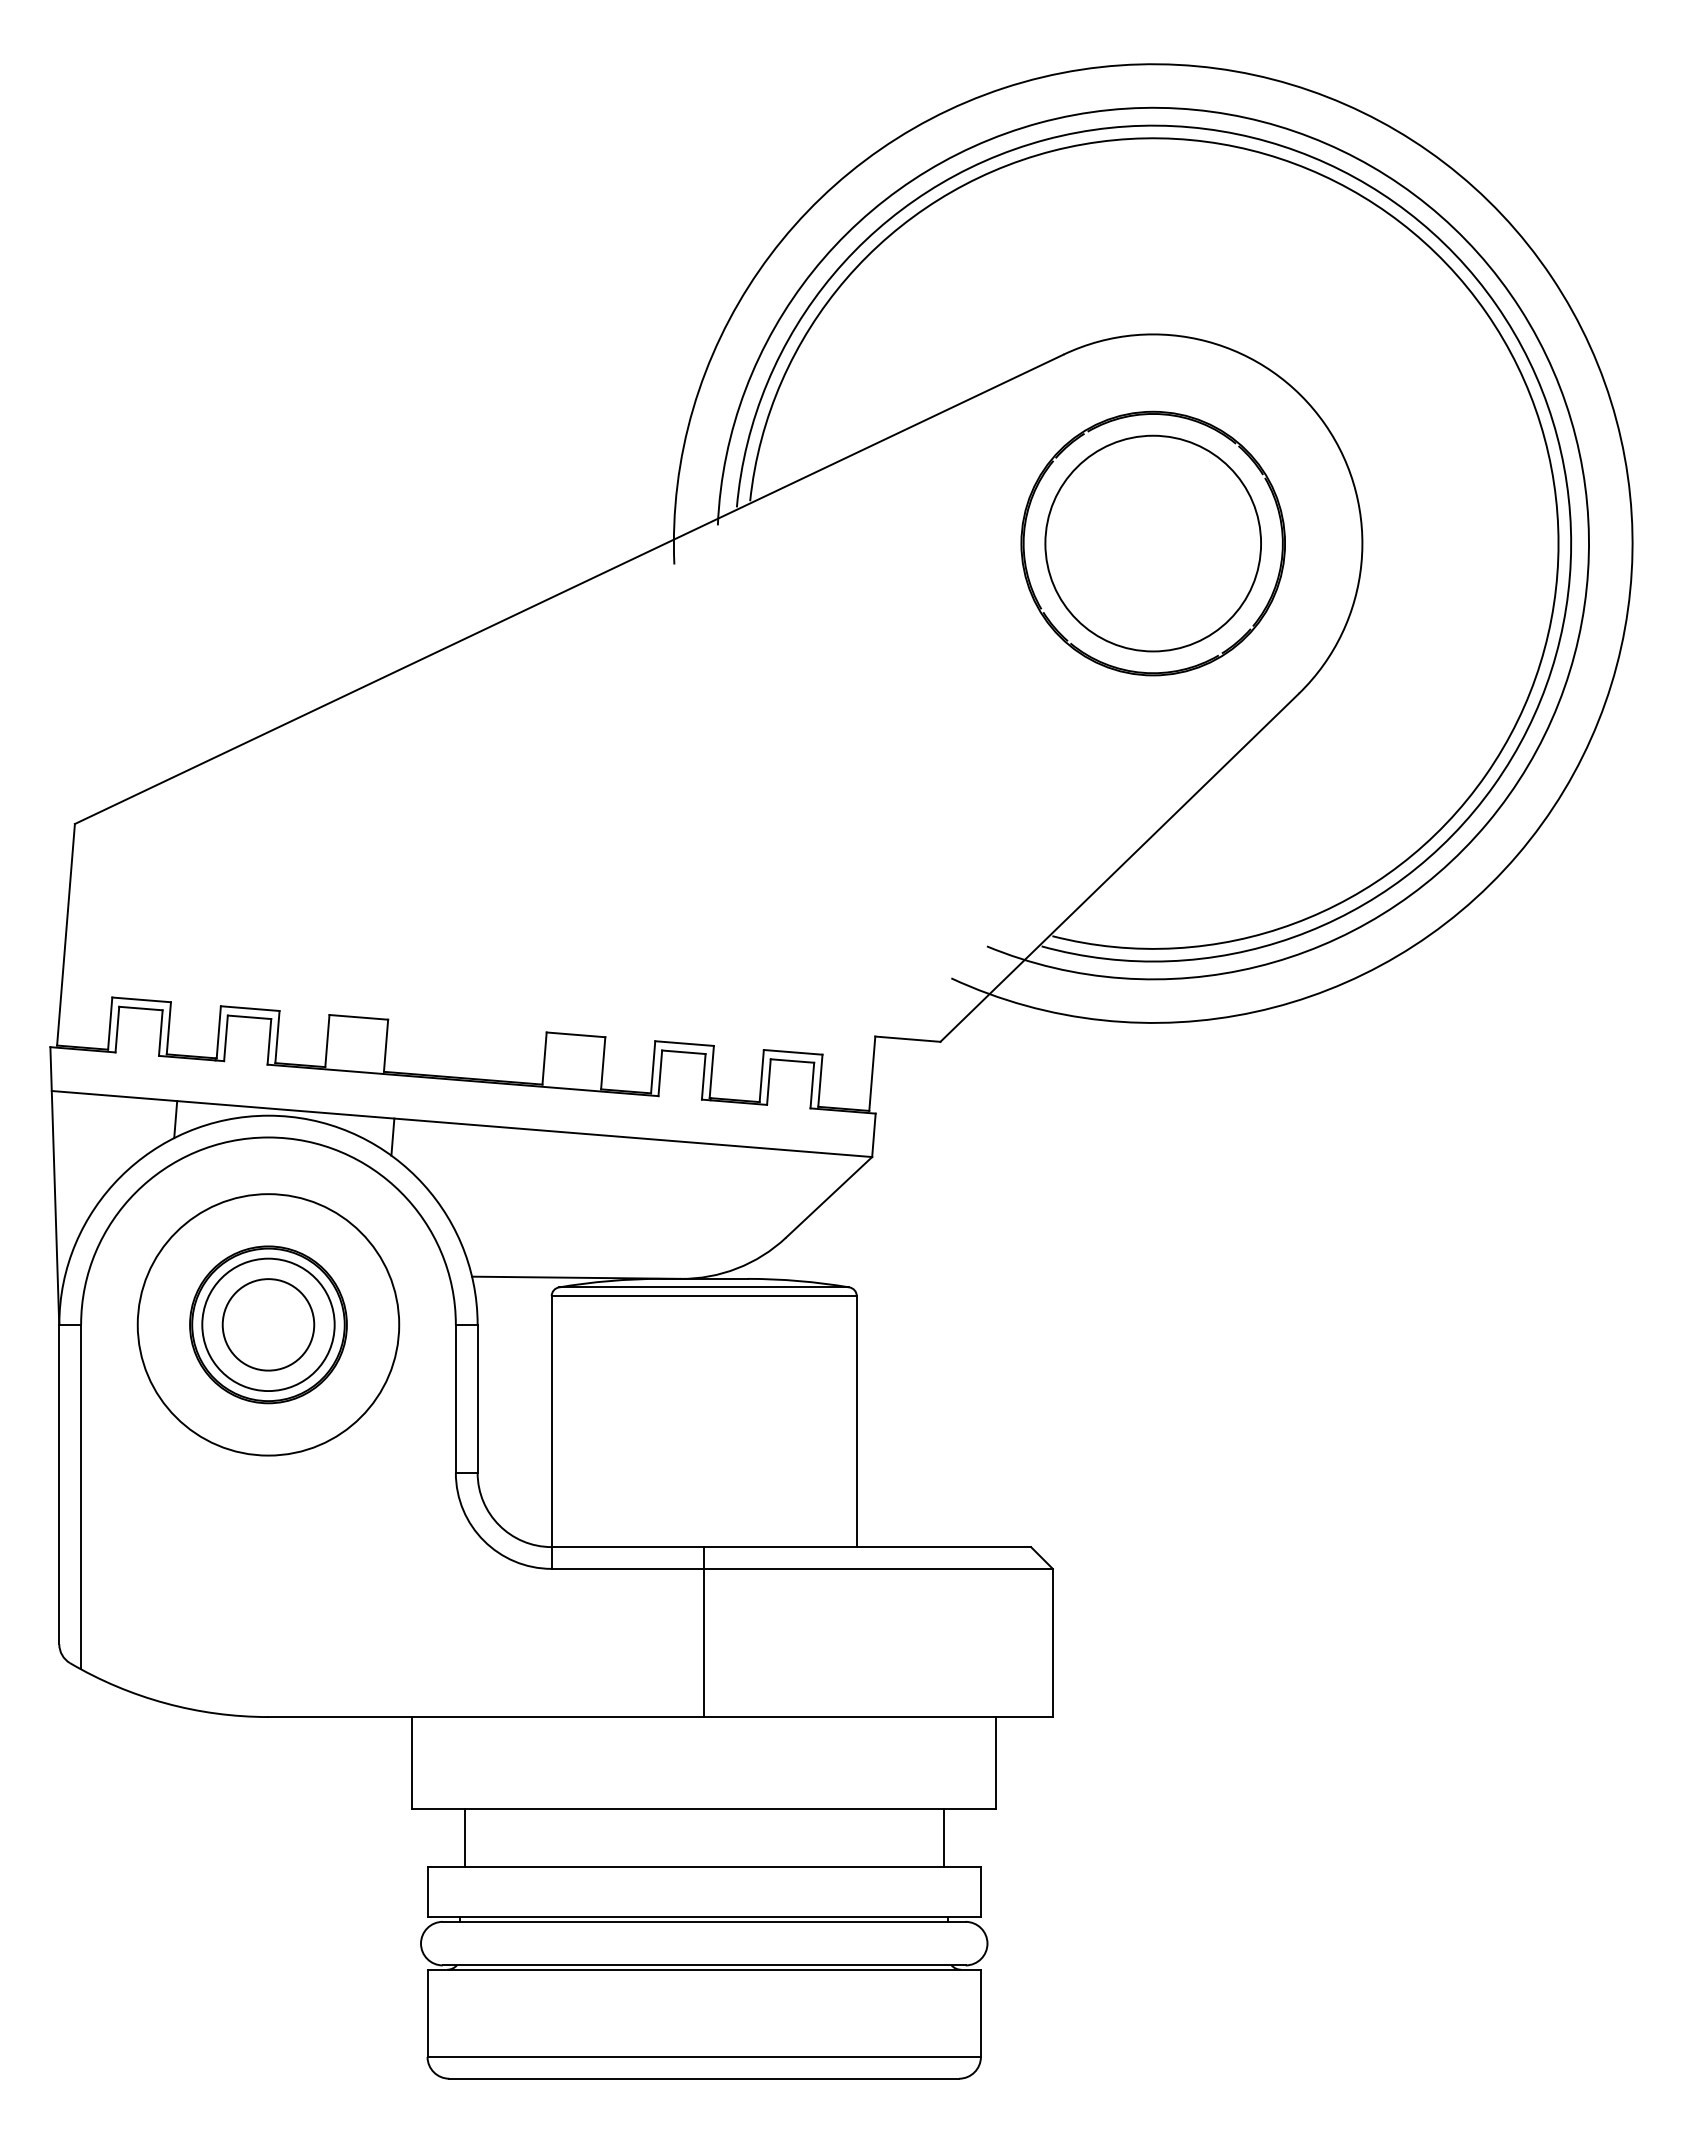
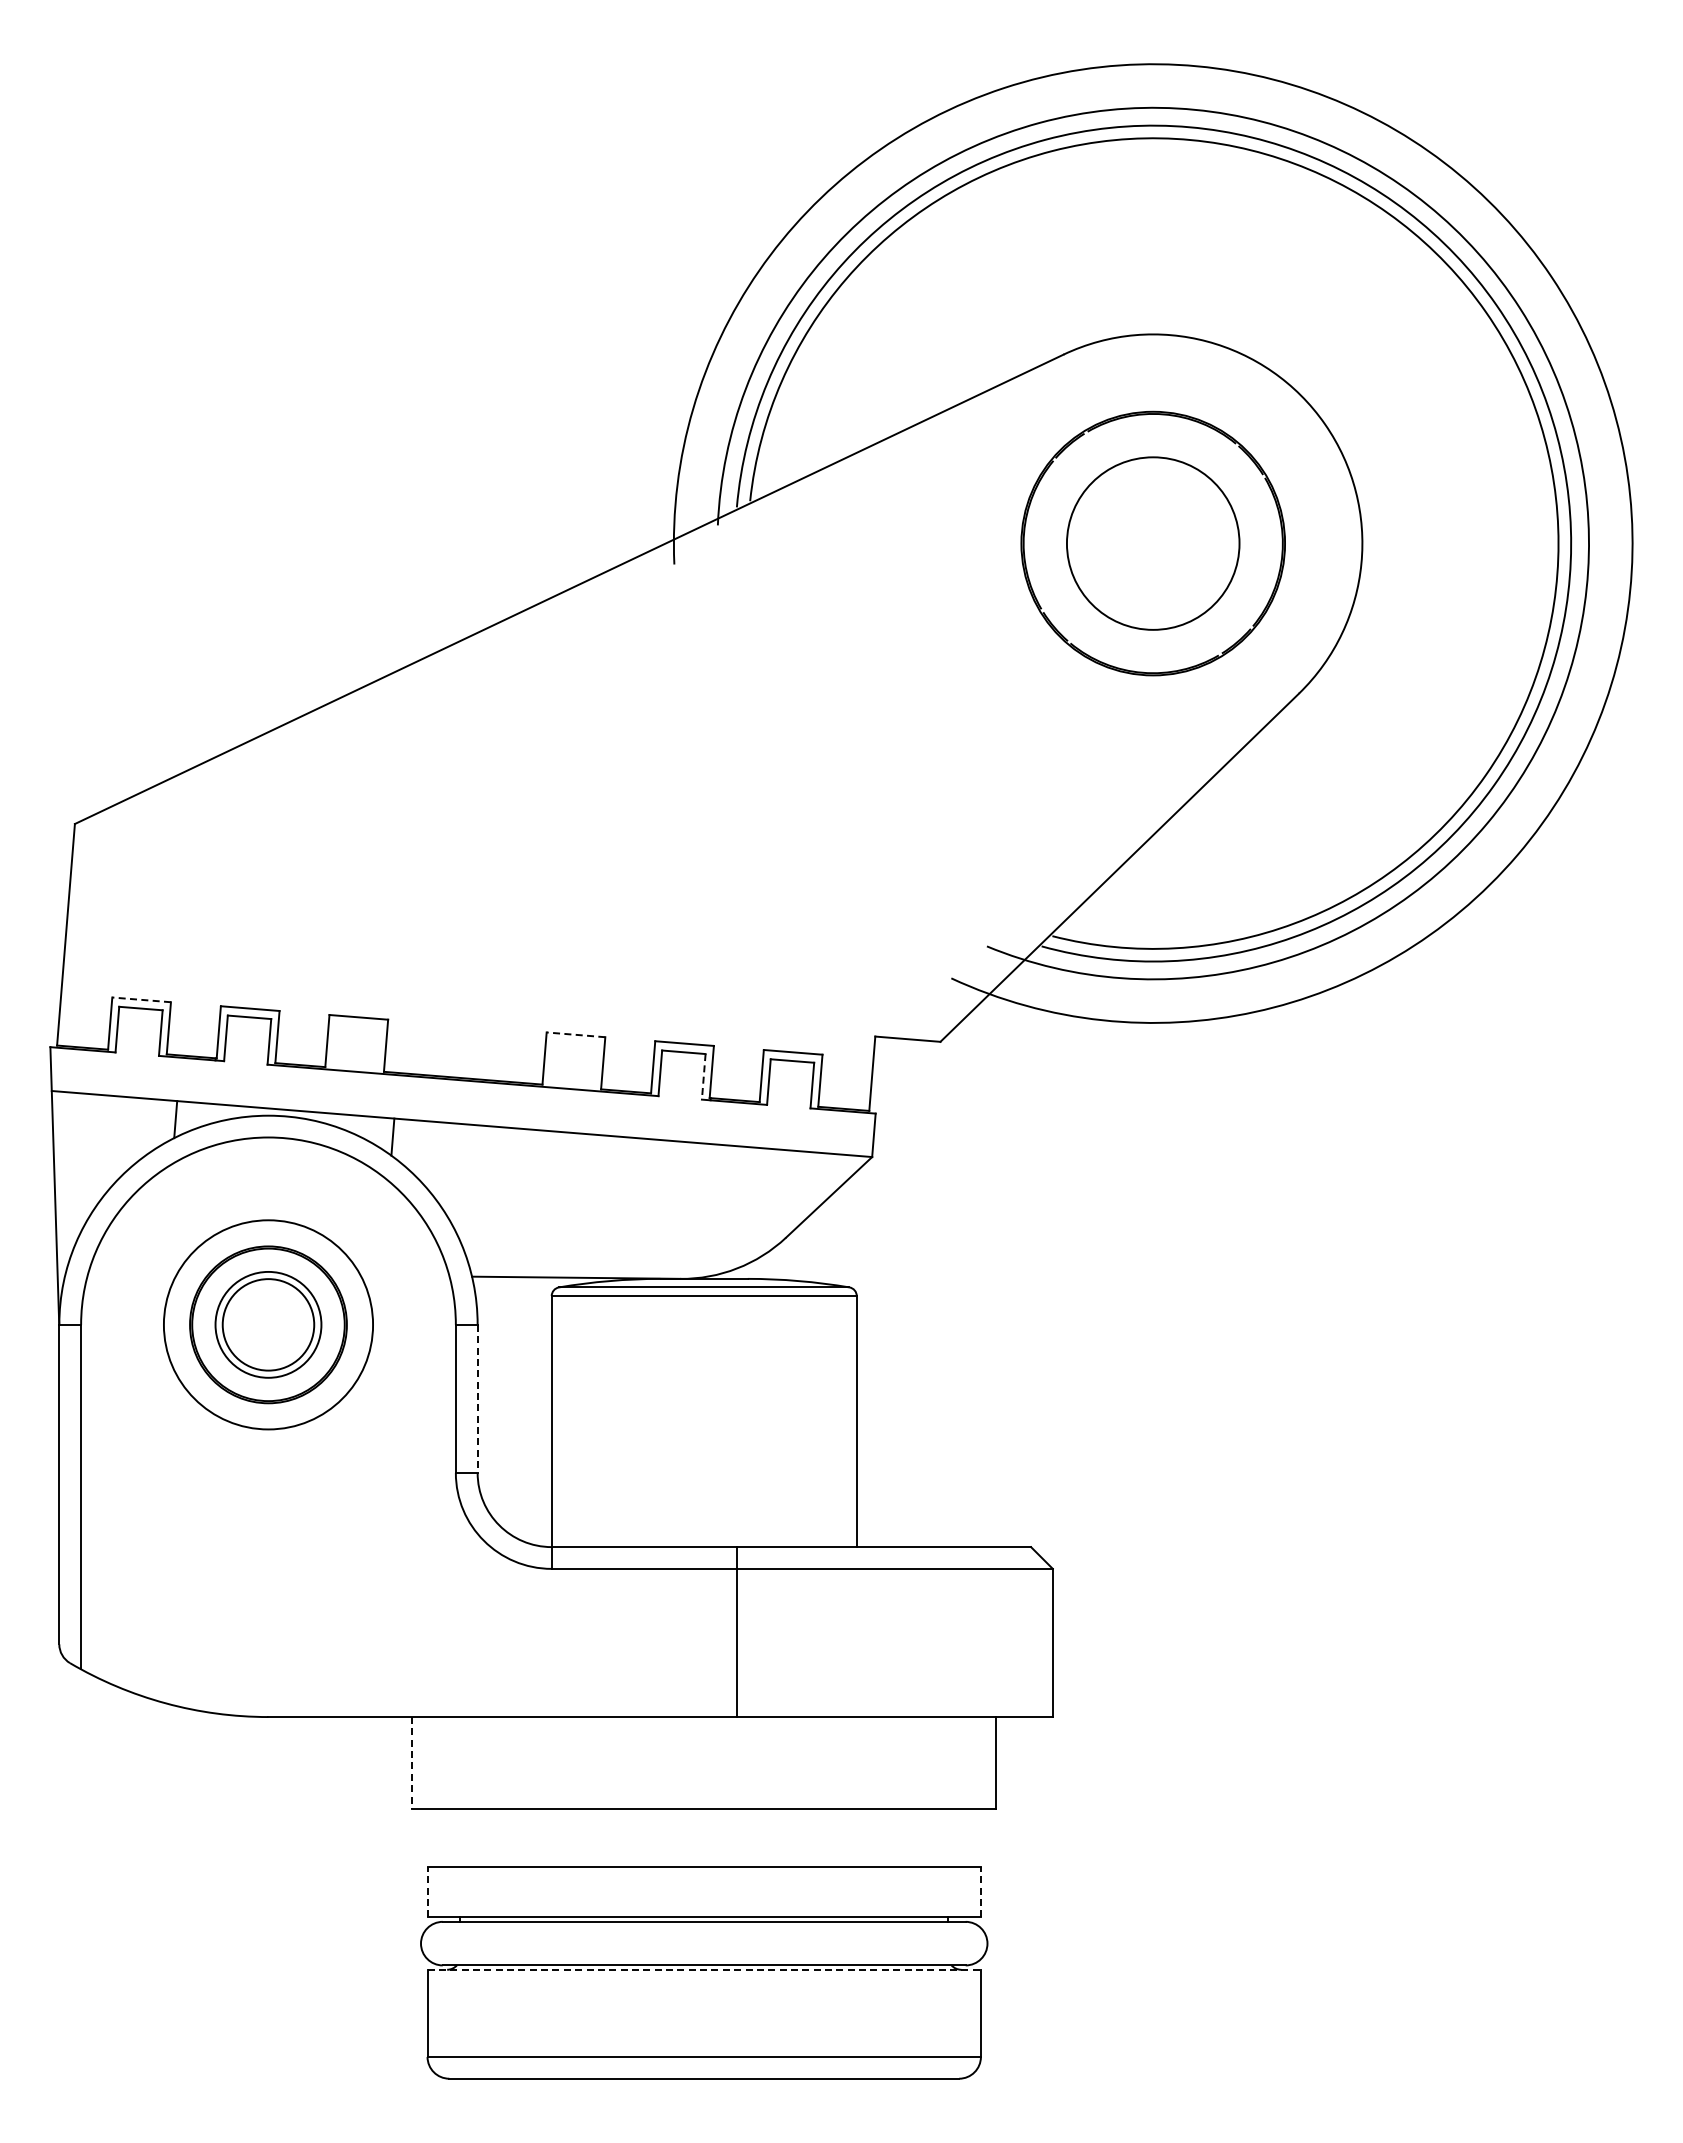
circle at (1153, 543) diameter: 216 px -> 173 px
line at (141, 999): solid -> dashed
line at (575, 1034): solid -> dashed
line at (703, 1076): solid -> dashed
circle at (268, 1324) diameter: 132 px -> 106 px
circle at (268, 1324) diameter: 261 px -> 209 px
line at (477, 1399): solid -> dashed
line at (704, 1632) position: (704, 1632) -> (737, 1632)
line at (412, 1763): solid -> dashed
line at (464, 1837): present -> none
line at (943, 1837): present -> none
line at (427, 1891): solid -> dashed
line at (980, 1891): solid -> dashed
line at (704, 1969): solid -> dashed
